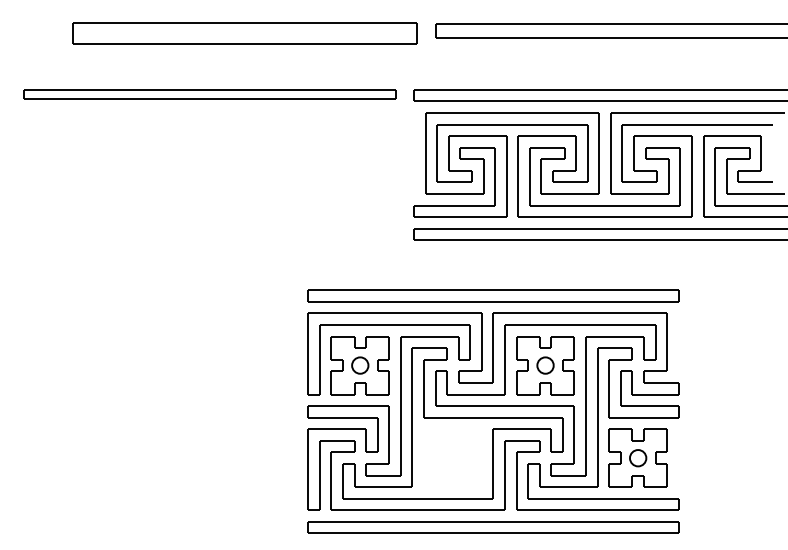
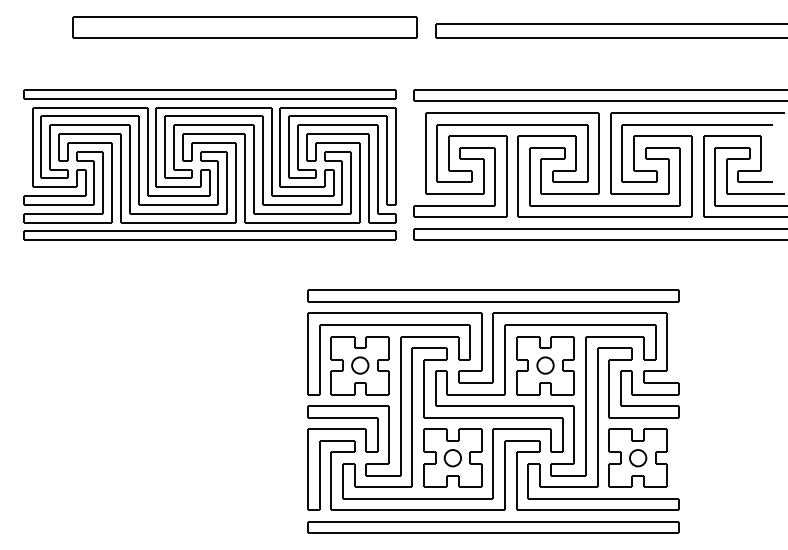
part at (244, 33) position: (244, 33) -> (244, 27)
part at (209, 173): none -> present
part at (452, 457): none -> present
